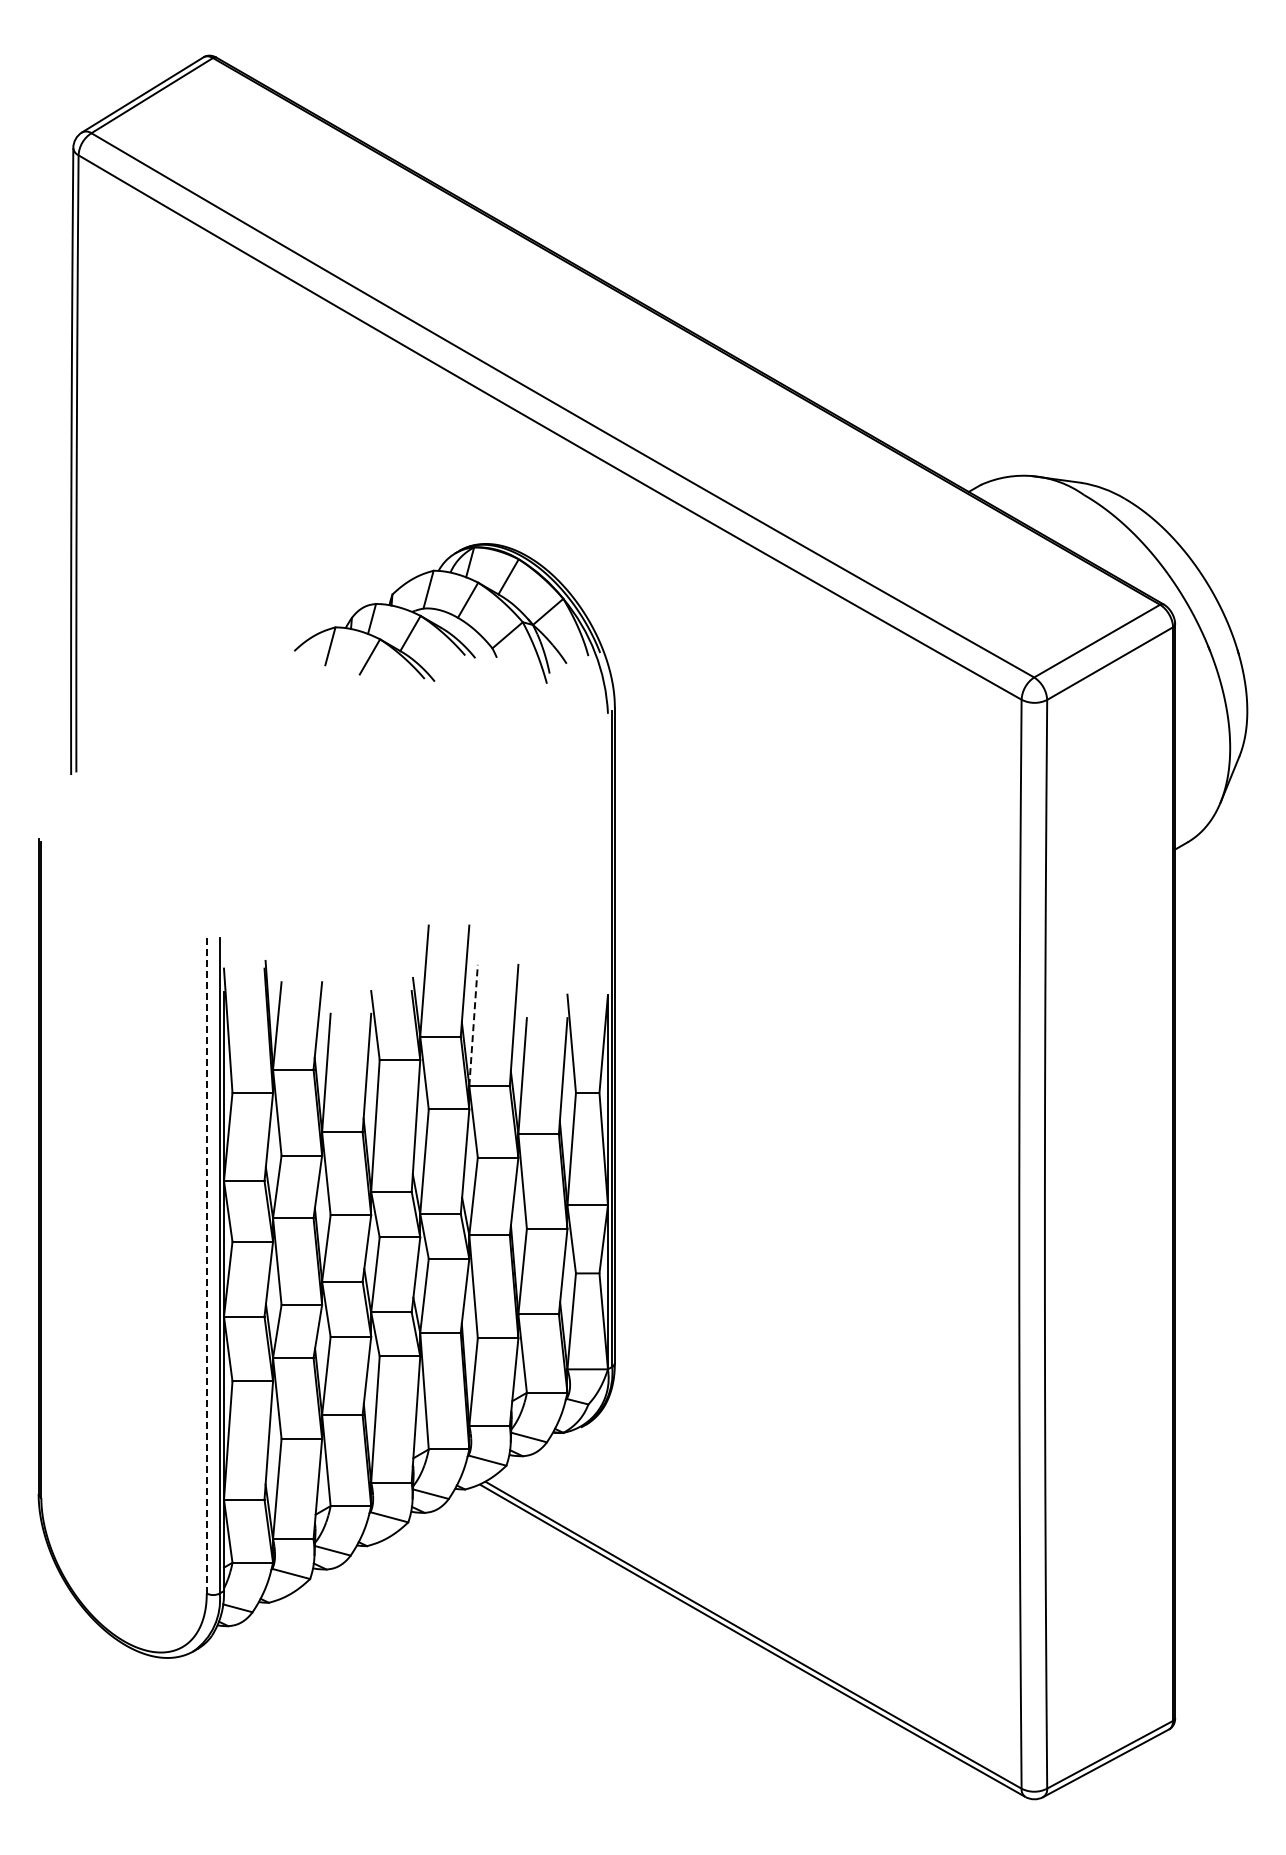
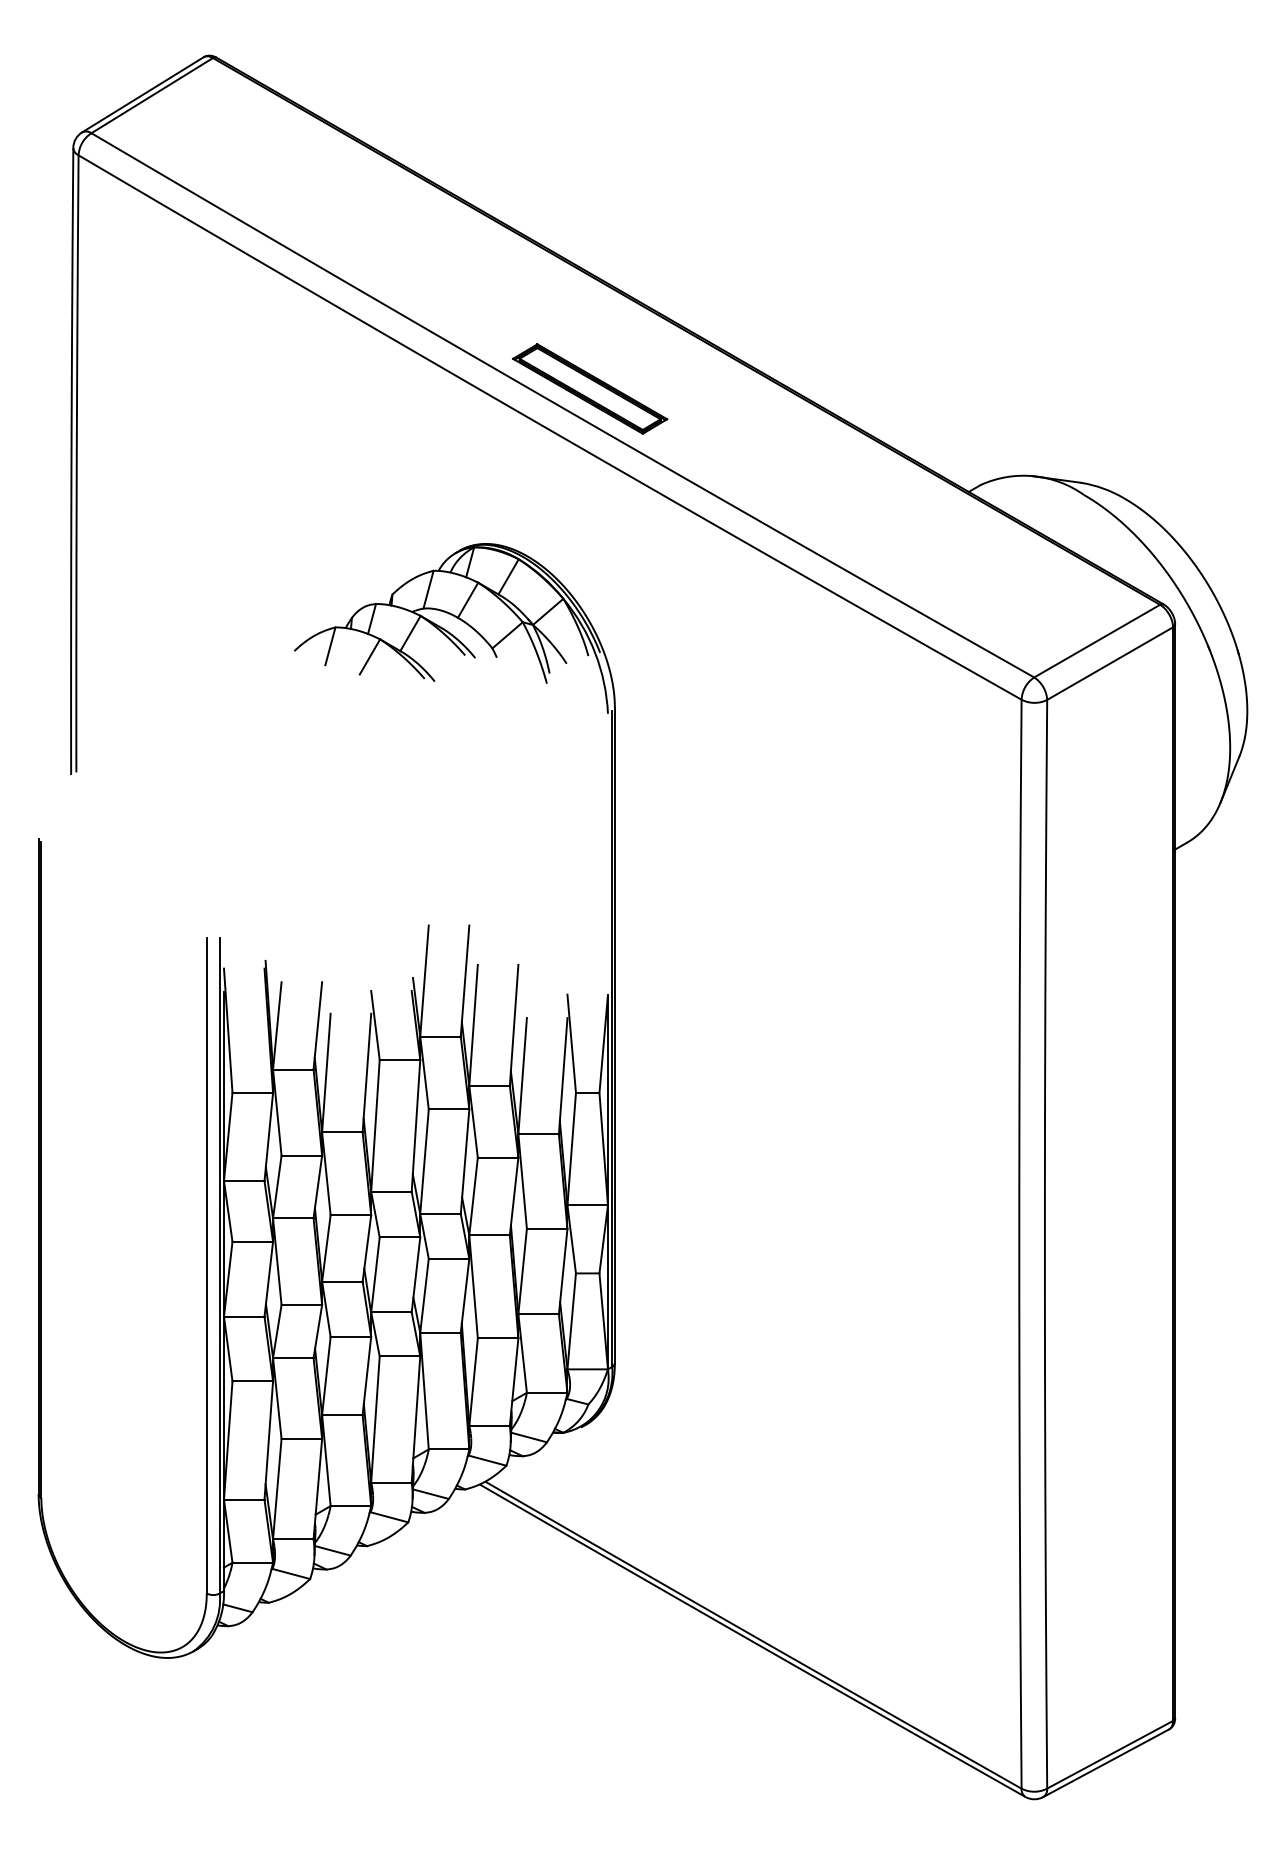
part at (590, 388): none -> present
line at (473, 1025): dashed -> solid
line at (206, 1265): dashed -> solid
